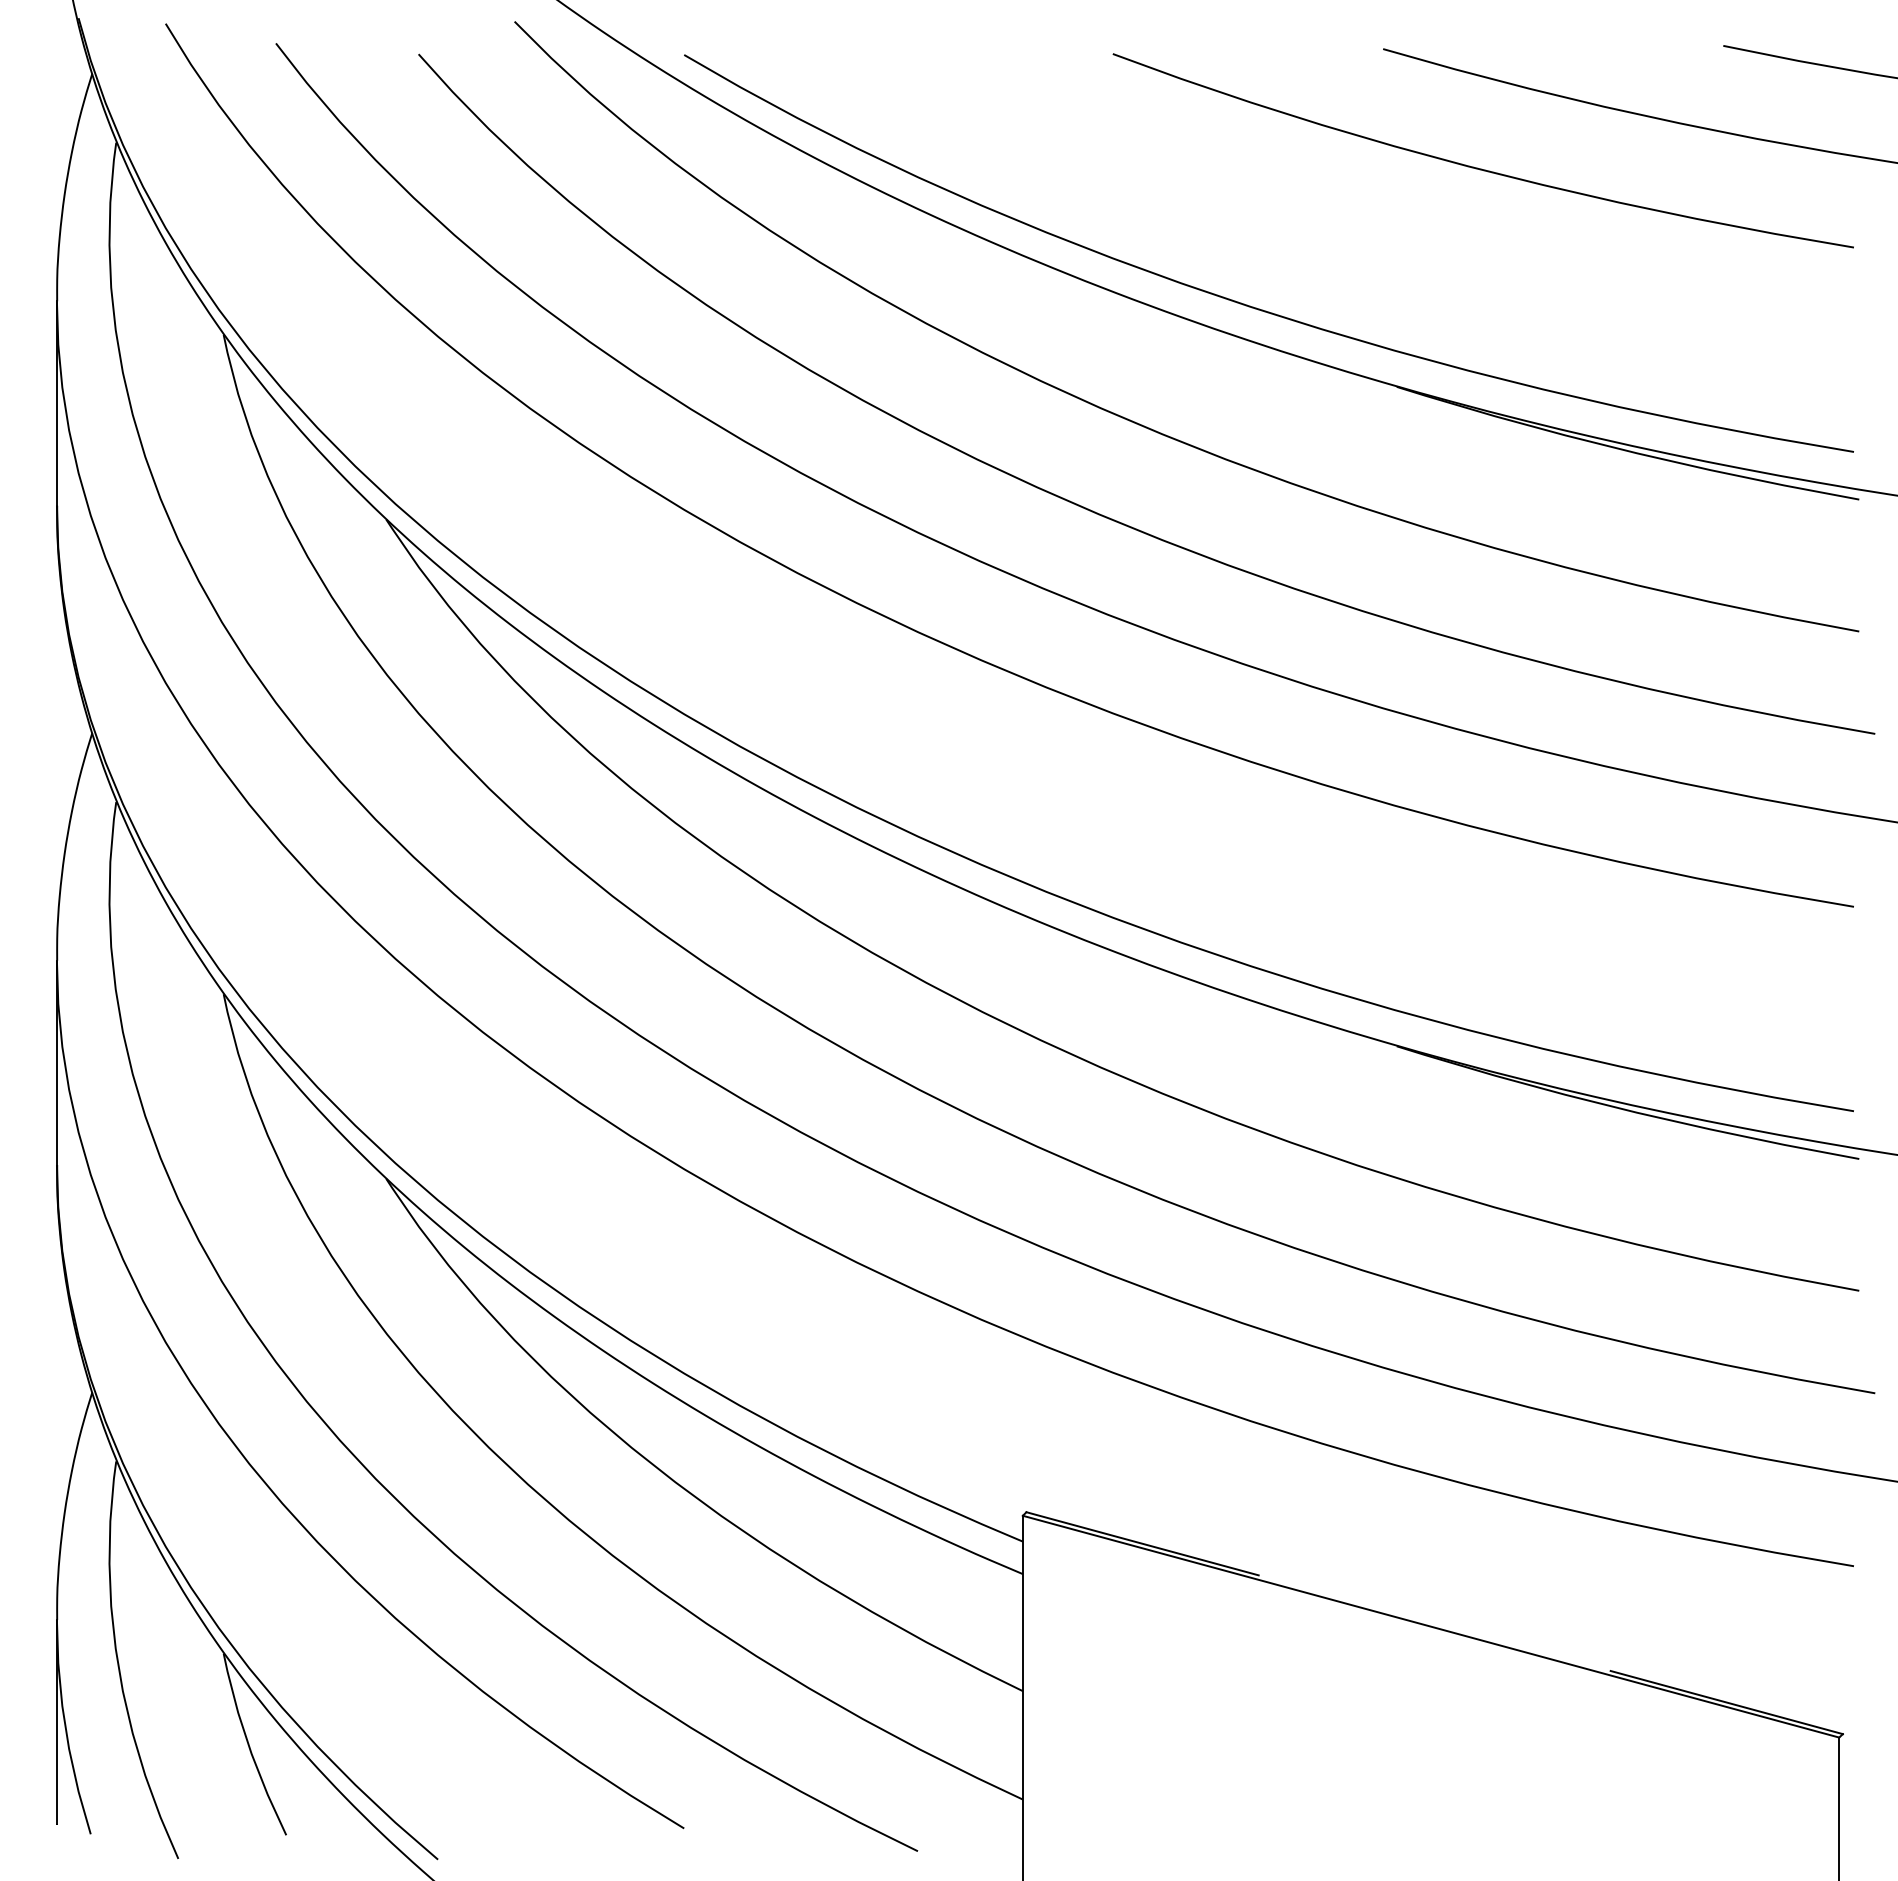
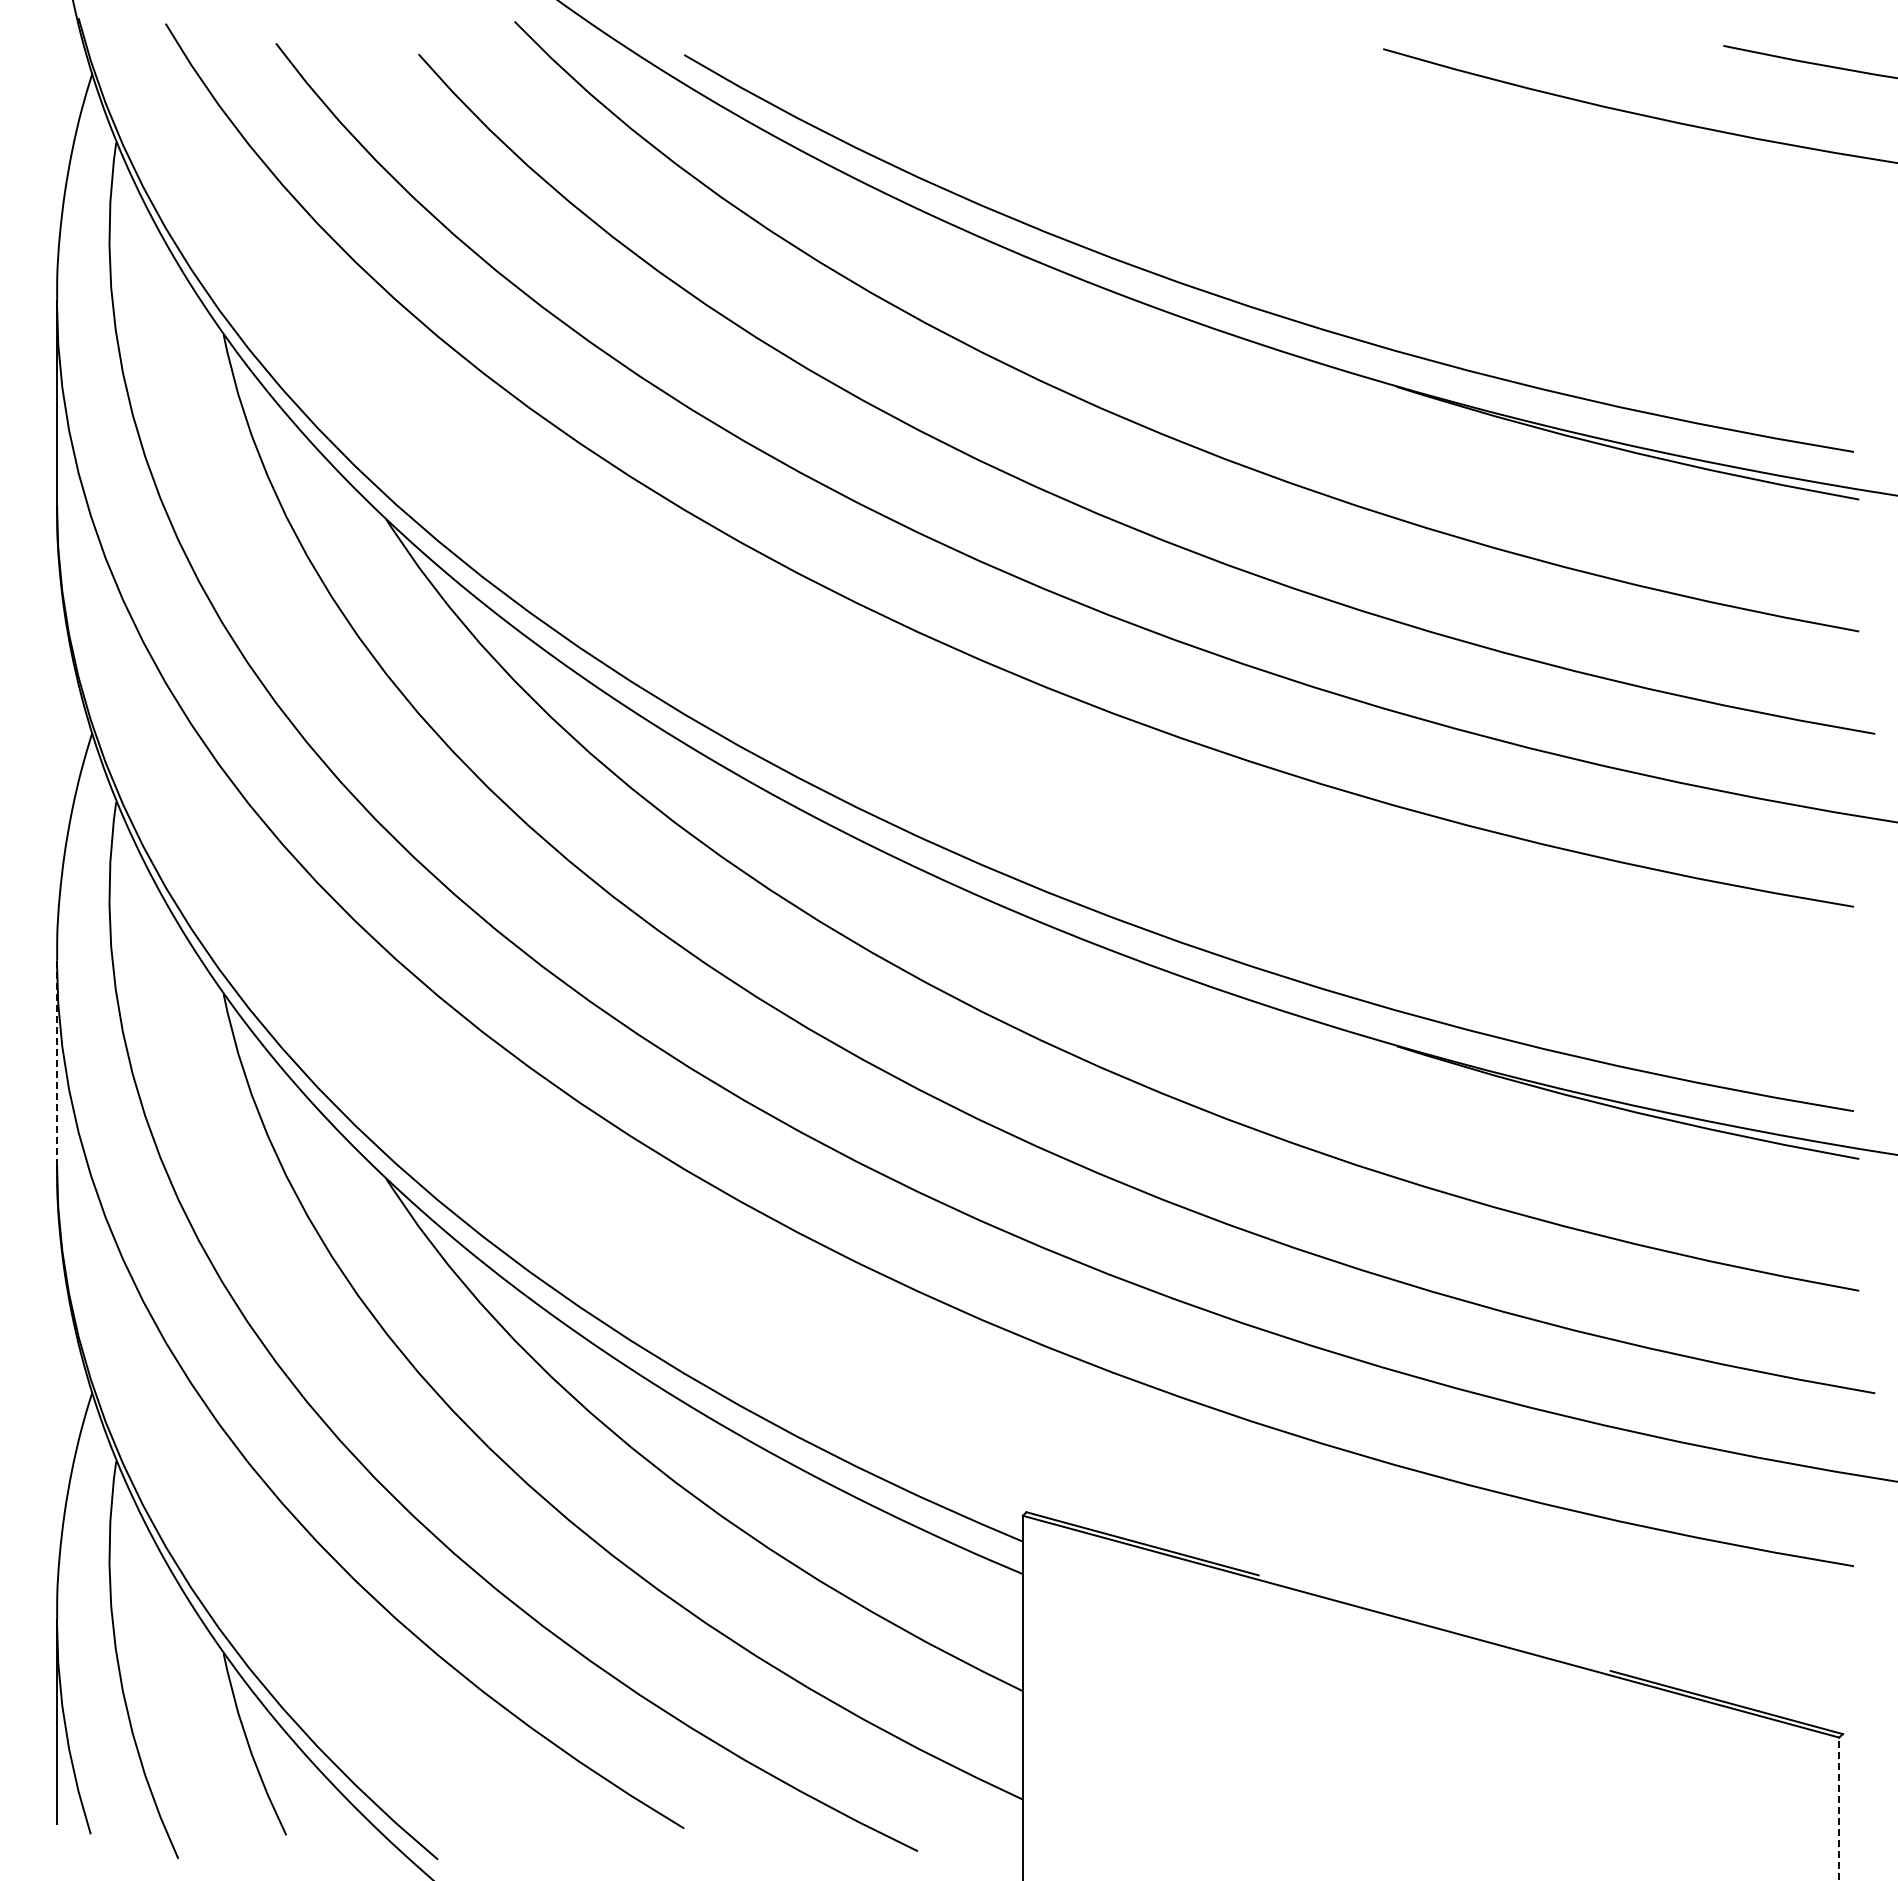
curve at (1477, 167): present -> none
line at (56, 1063): solid -> dashed
line at (1839, 1808): solid -> dashed
